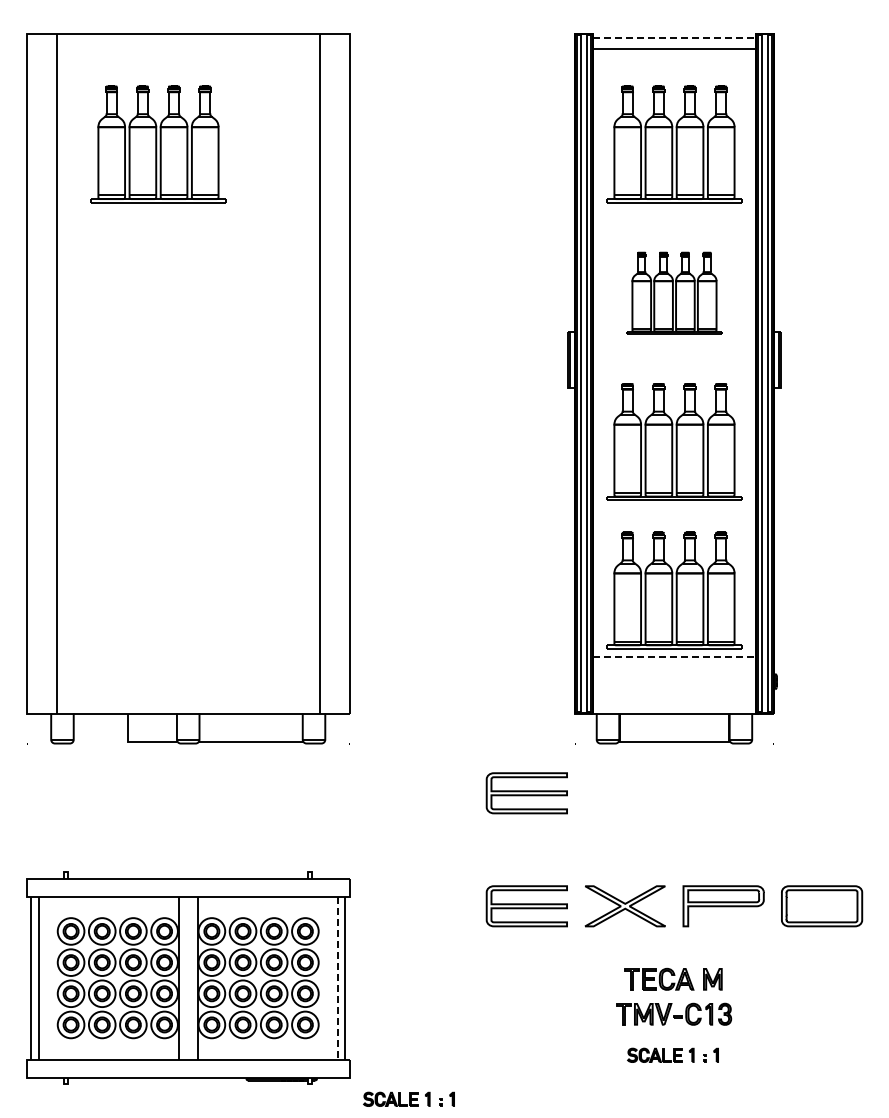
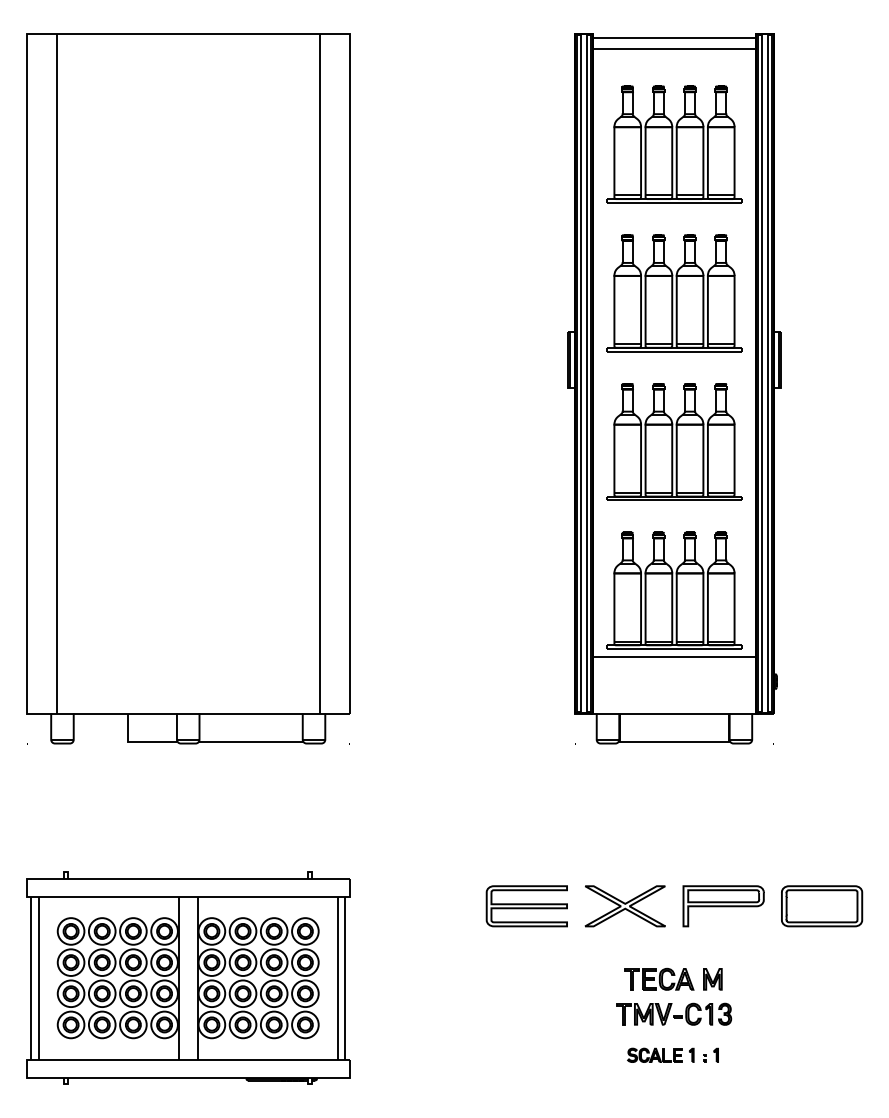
line at (674, 38): dashed -> solid
part at (158, 144): present -> none
part at (674, 292) size: 97x84 px -> 137x119 px
line at (674, 657): dashed -> solid
part at (526, 793): present -> none
line at (337, 978): dashed -> solid
part at (408, 1098): present -> none
